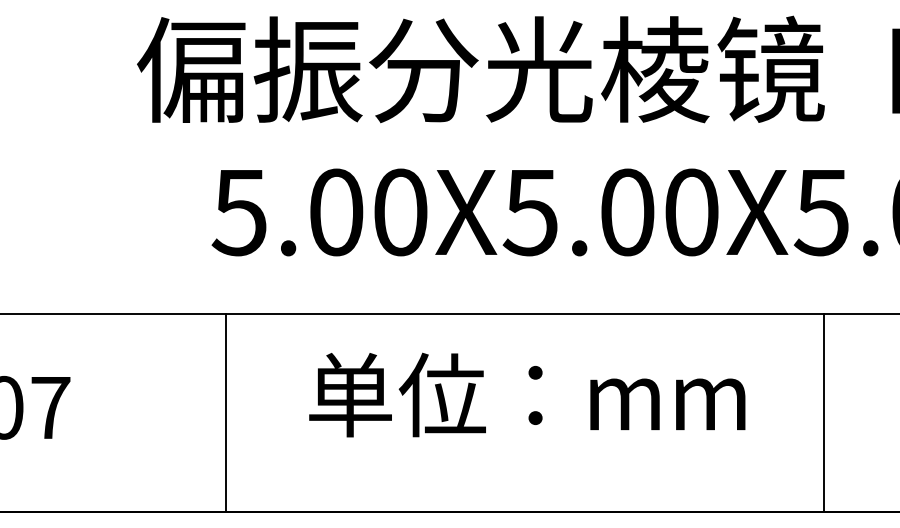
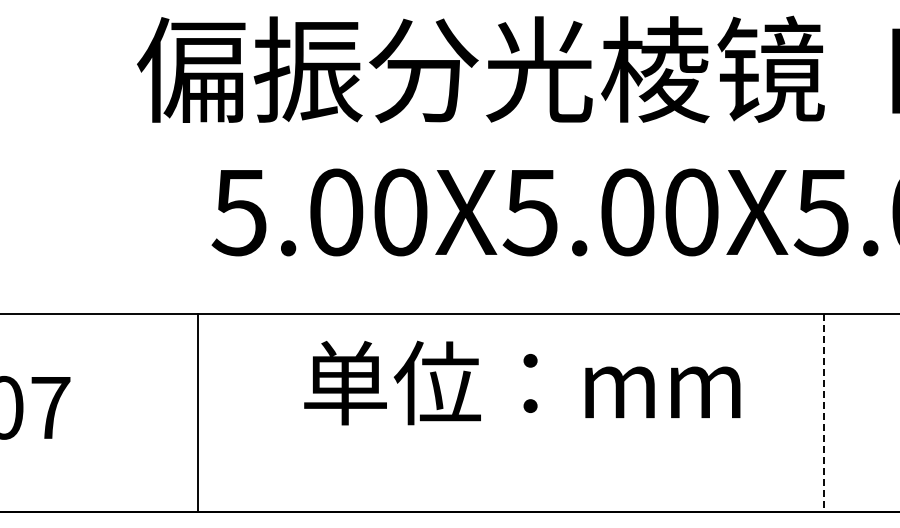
text at (527, 394) position: (527, 394) -> (522, 382)
line at (226, 413) position: (226, 413) -> (198, 413)
line at (824, 413): solid -> dashed
